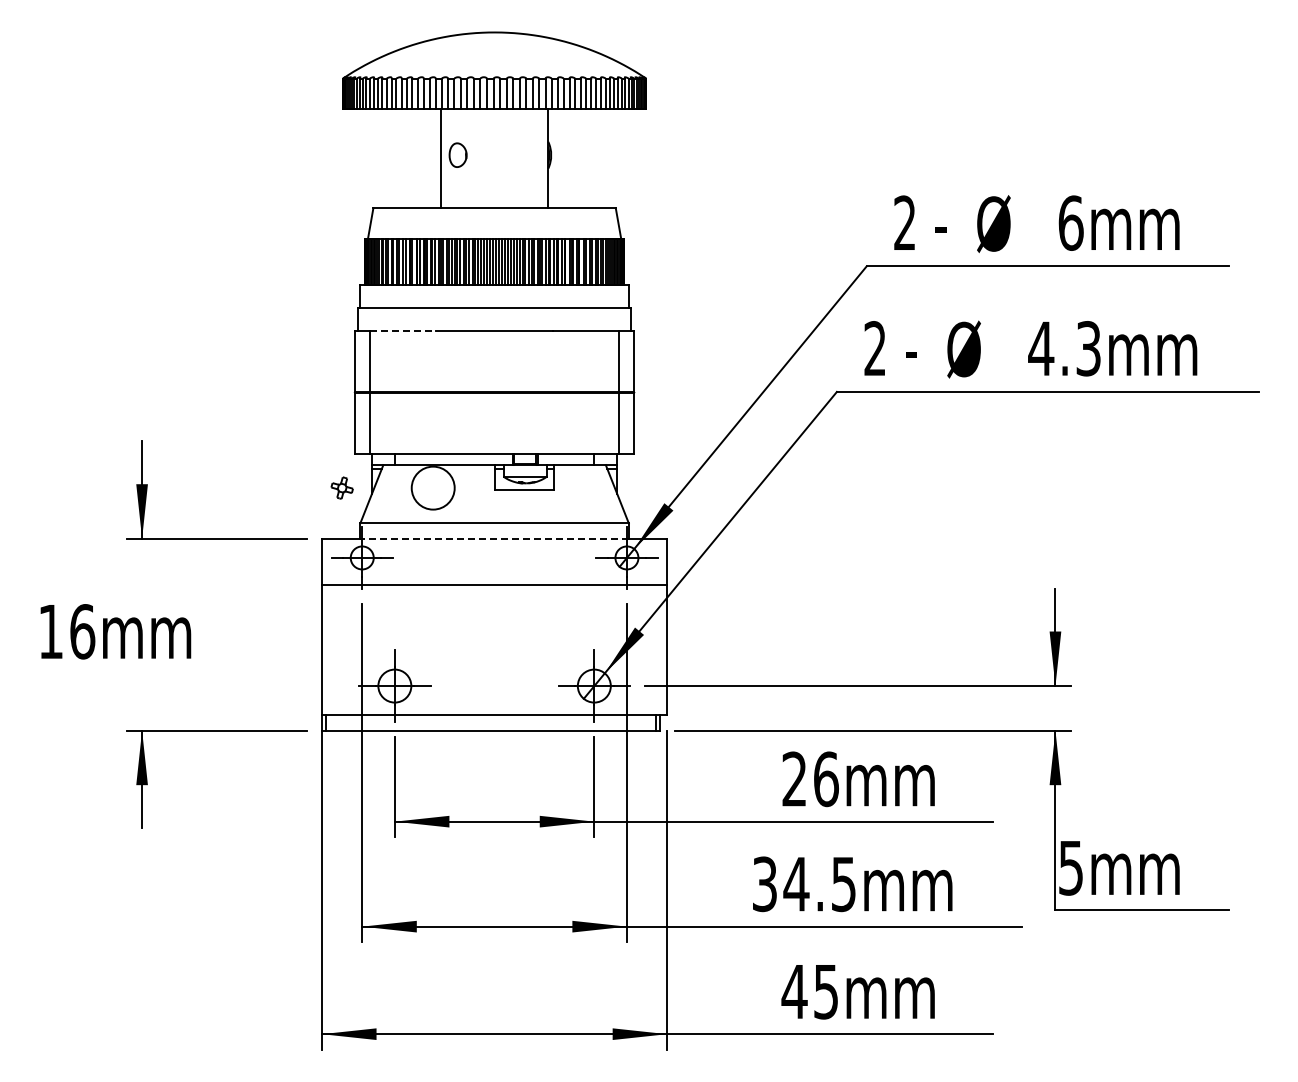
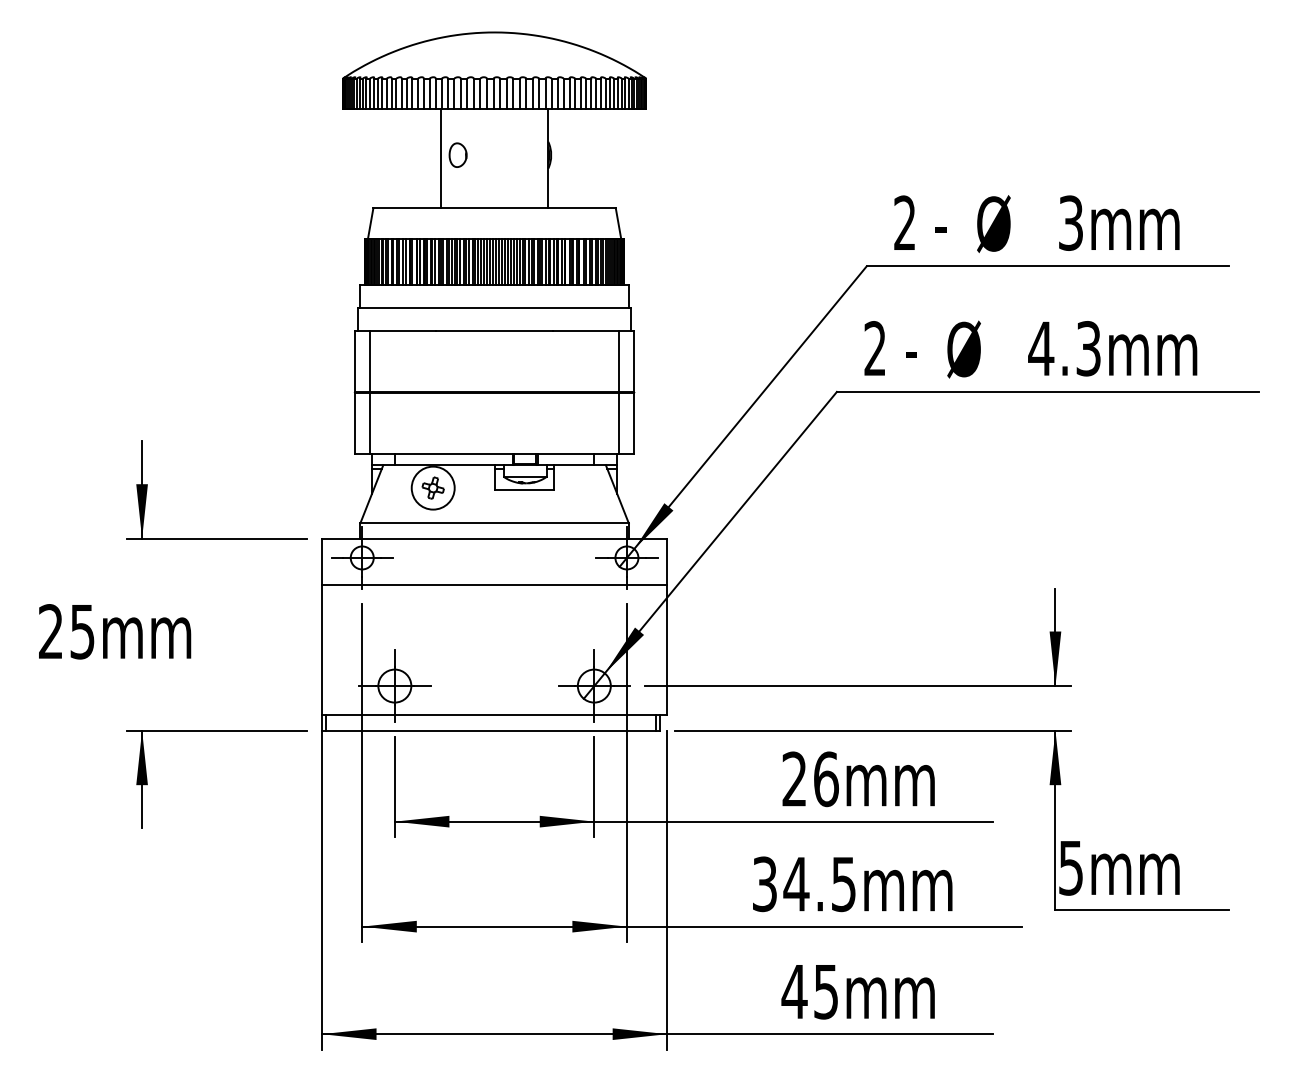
text at (1070, 222): 6mm -> 3mm
line at (403, 330): dashed -> solid
part at (341, 487) position: (341, 487) -> (432, 487)
line at (494, 538): dashed -> solid
text at (67, 631): 16mm -> 25mm
